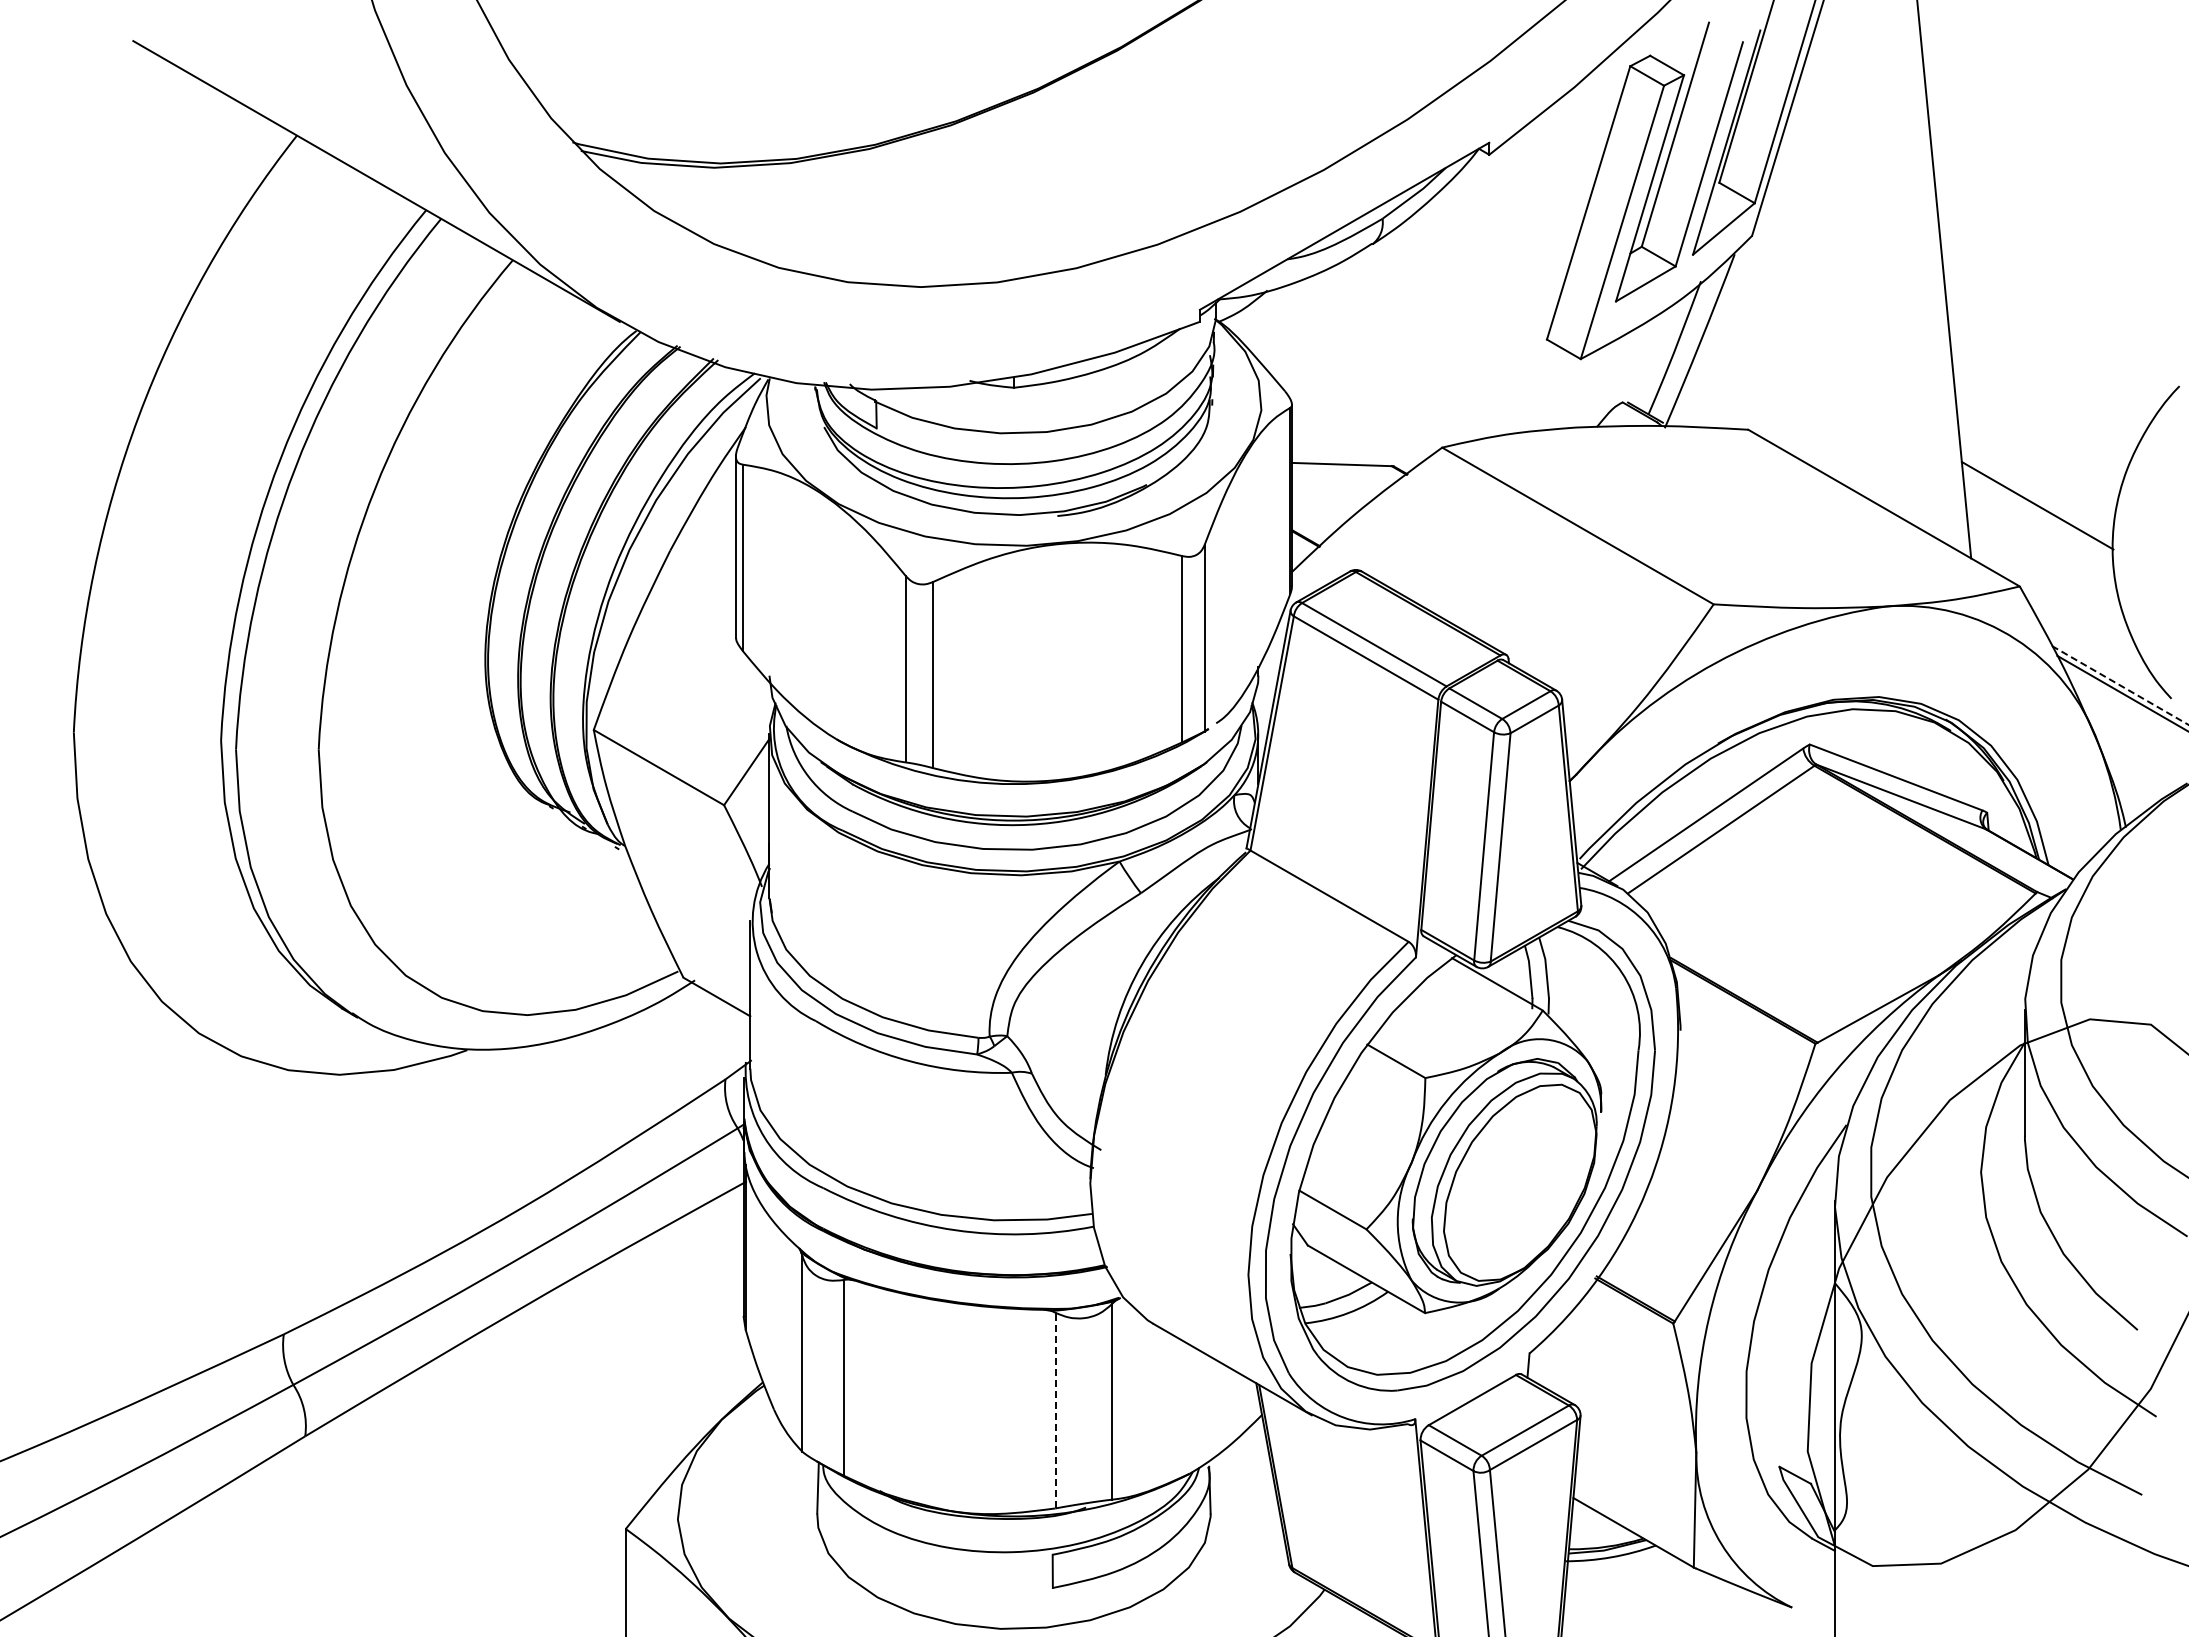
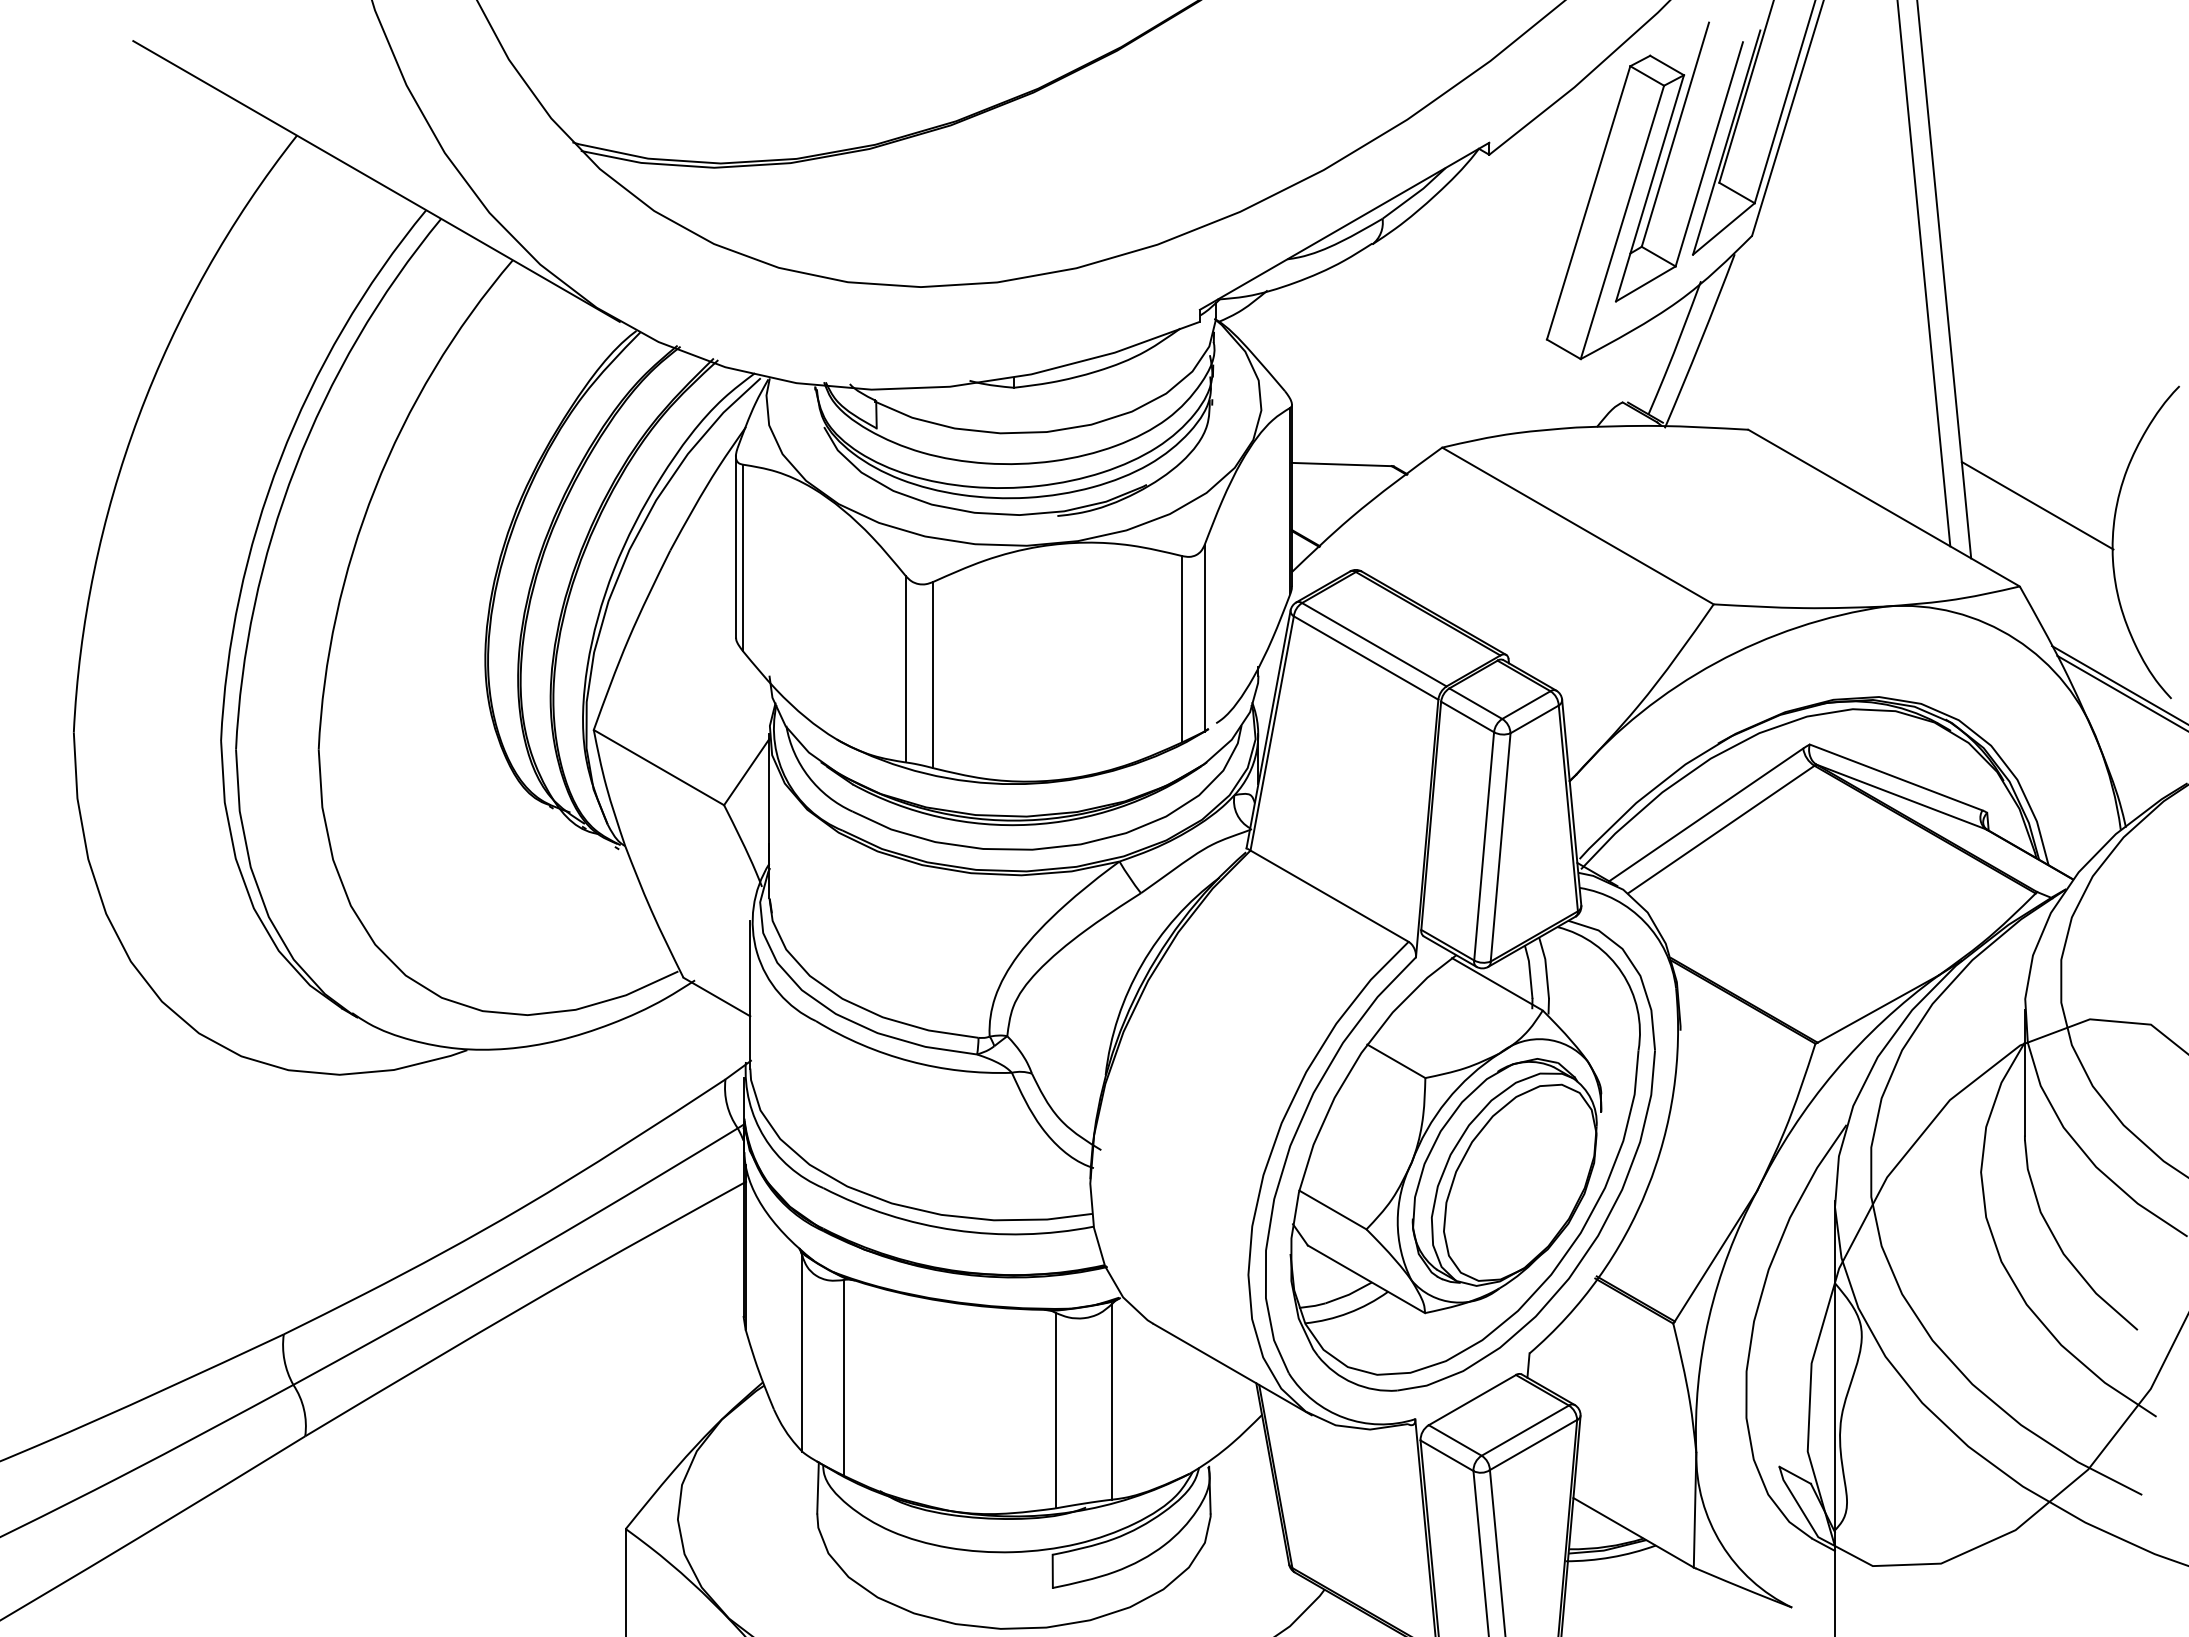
line at (1923, 274): none -> present
line at (2120, 685): dashed -> solid
line at (1055, 1410): dashed -> solid
